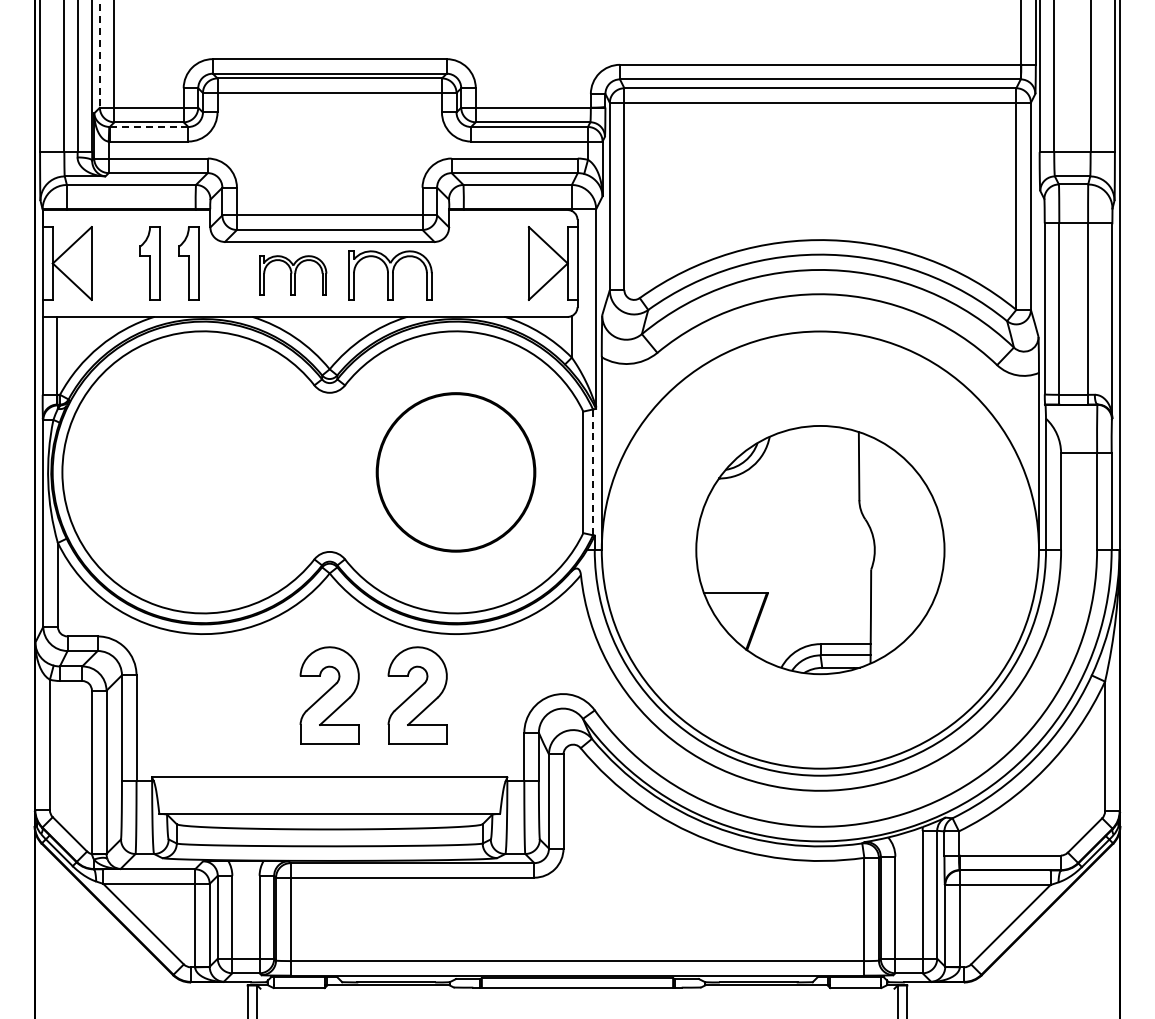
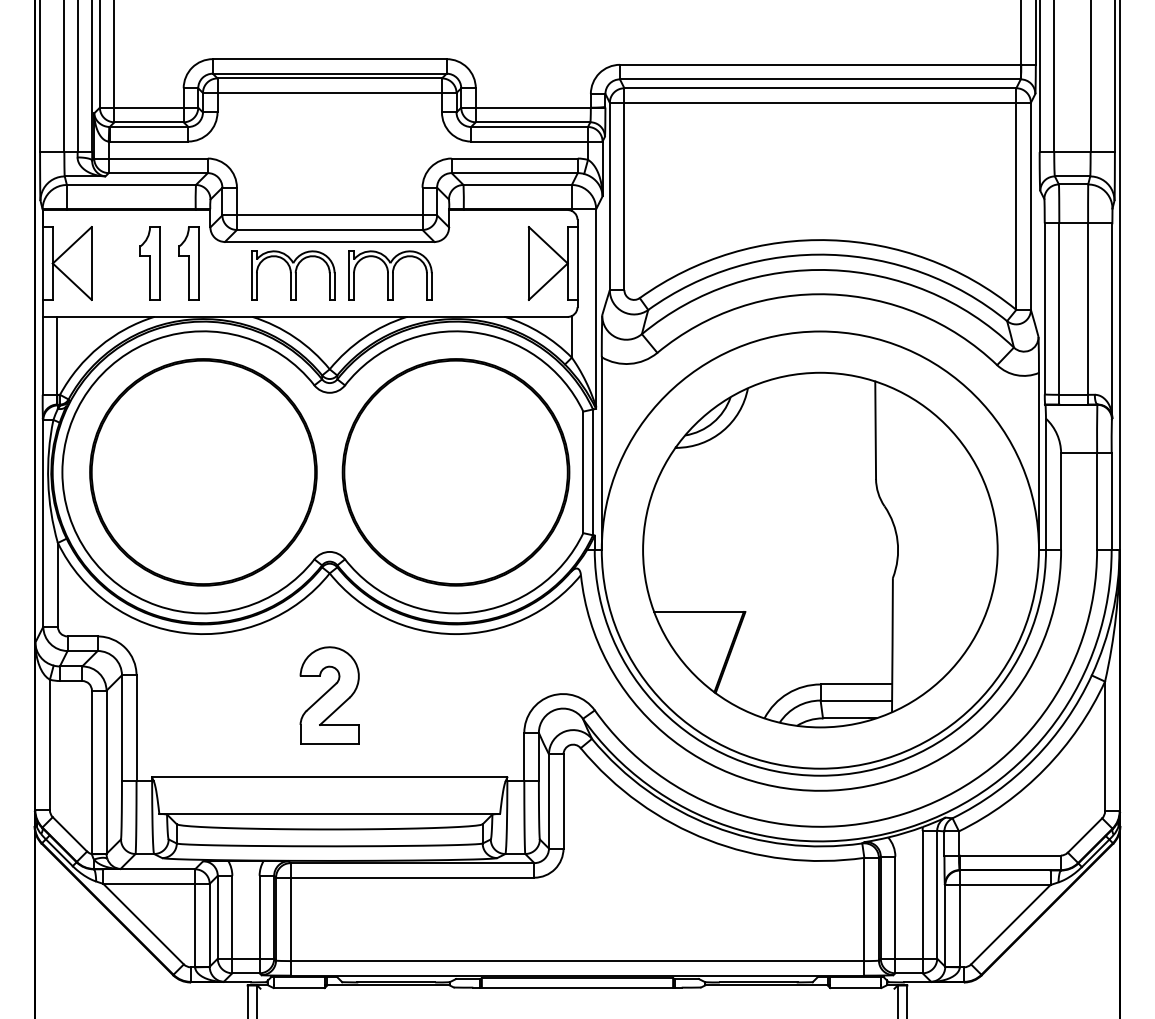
line at (99, 53): dashed -> solid
line at (148, 127): dashed -> solid
part at (293, 275) size: 69x41 px -> 85x51 px
part at (203, 472): none -> present
part at (455, 472) size: 162x161 px -> 230x229 px
line at (593, 472): dashed -> solid
part at (820, 550) size: 251x251 px -> 357x358 px
part at (417, 695): present -> none
